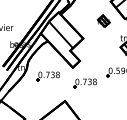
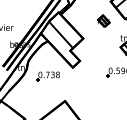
part at (84, 83): present -> none
